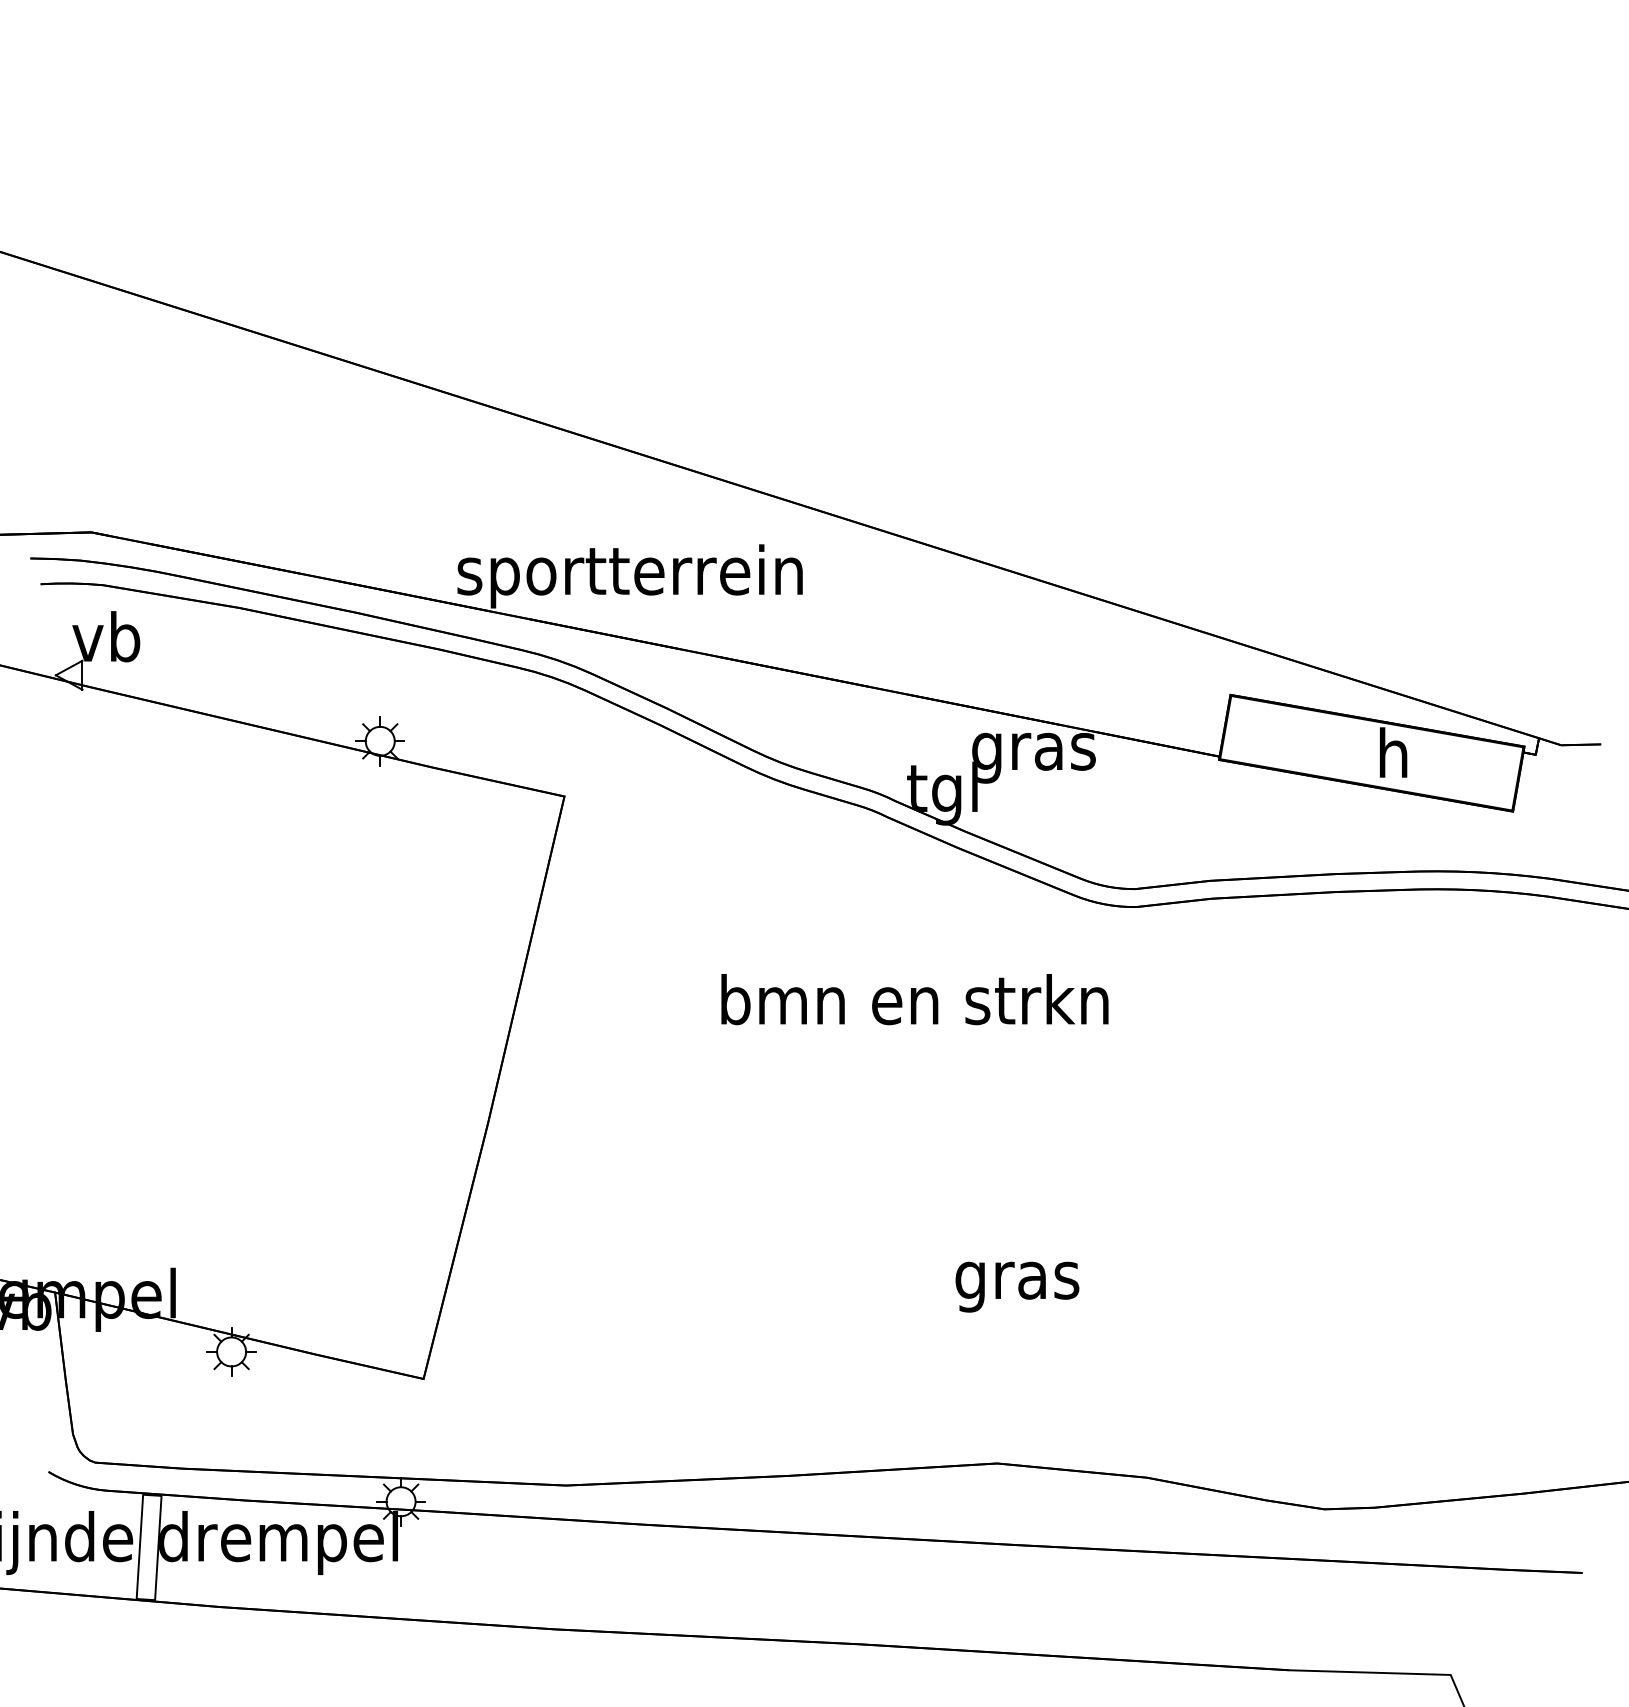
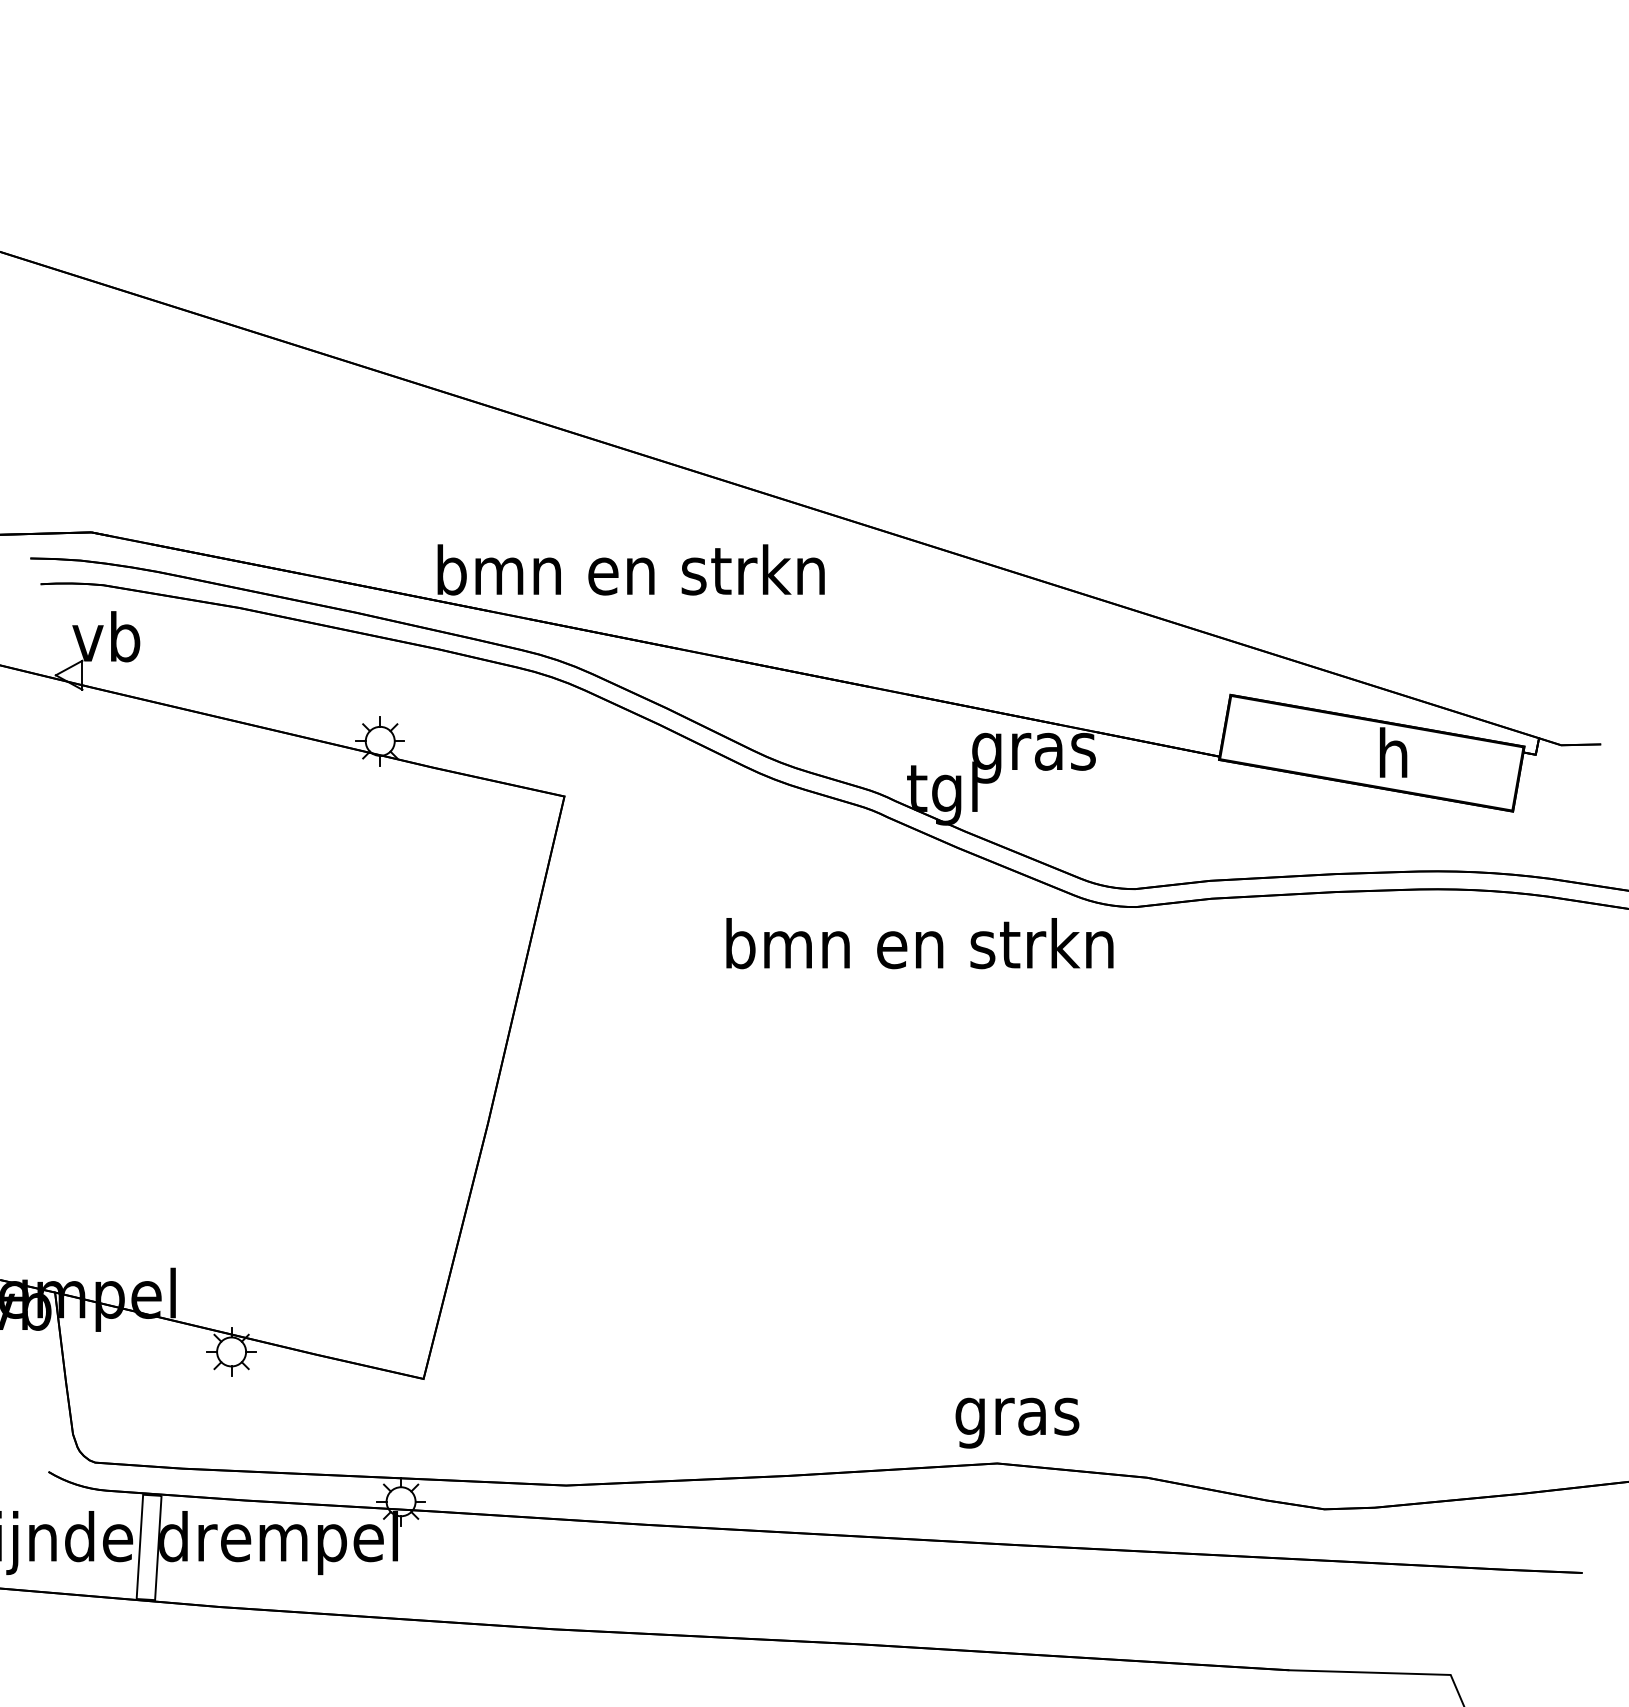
text at (630, 576): sportterrein -> bmn en strkn
text at (914, 999) position: (914, 999) -> (919, 943)
text at (1017, 1286) position: (1017, 1286) -> (1017, 1422)
